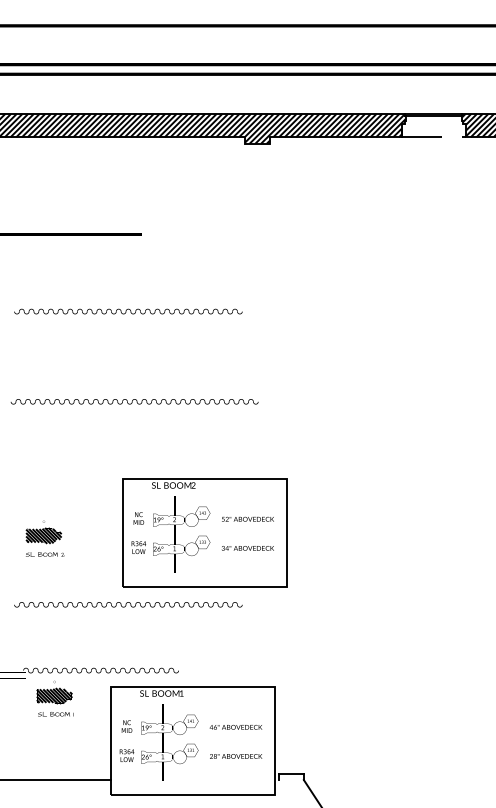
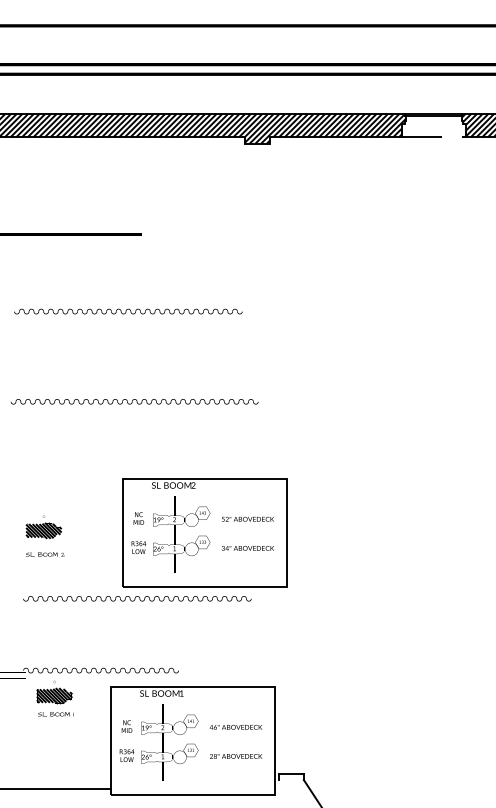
part at (43, 532) position: (43, 532) -> (43, 527)
part at (128, 604) position: (128, 604) -> (137, 598)
line at (56, 780) position: (56, 780) -> (56, 789)
